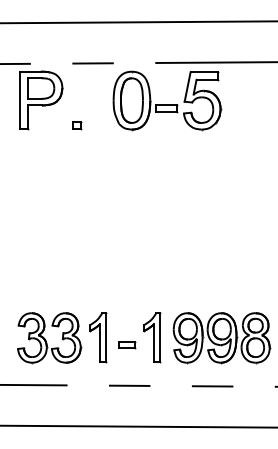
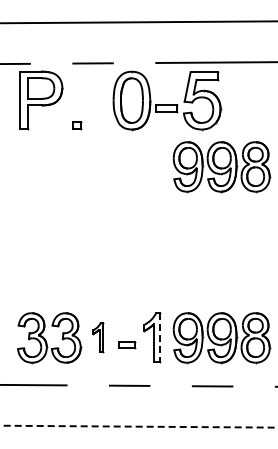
part at (221, 167): none -> present
part at (98, 337) size: 19x52 px -> 13x32 px
line at (159, 338): solid -> dashed
line at (138, 426): solid -> dashed
